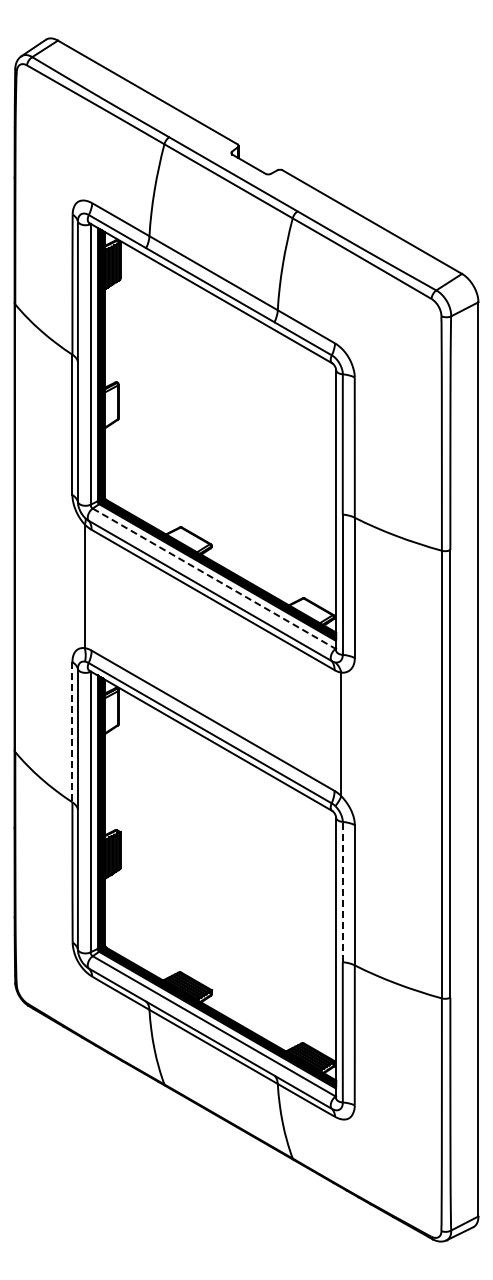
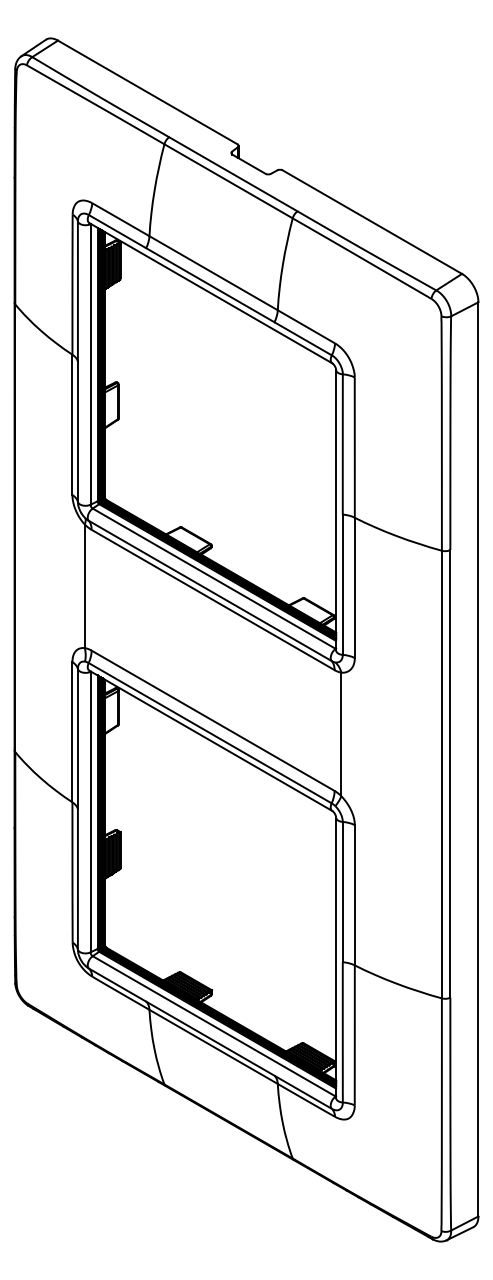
line at (214, 578): dashed -> solid
line at (72, 732): dashed -> solid
line at (342, 891): dashed -> solid
